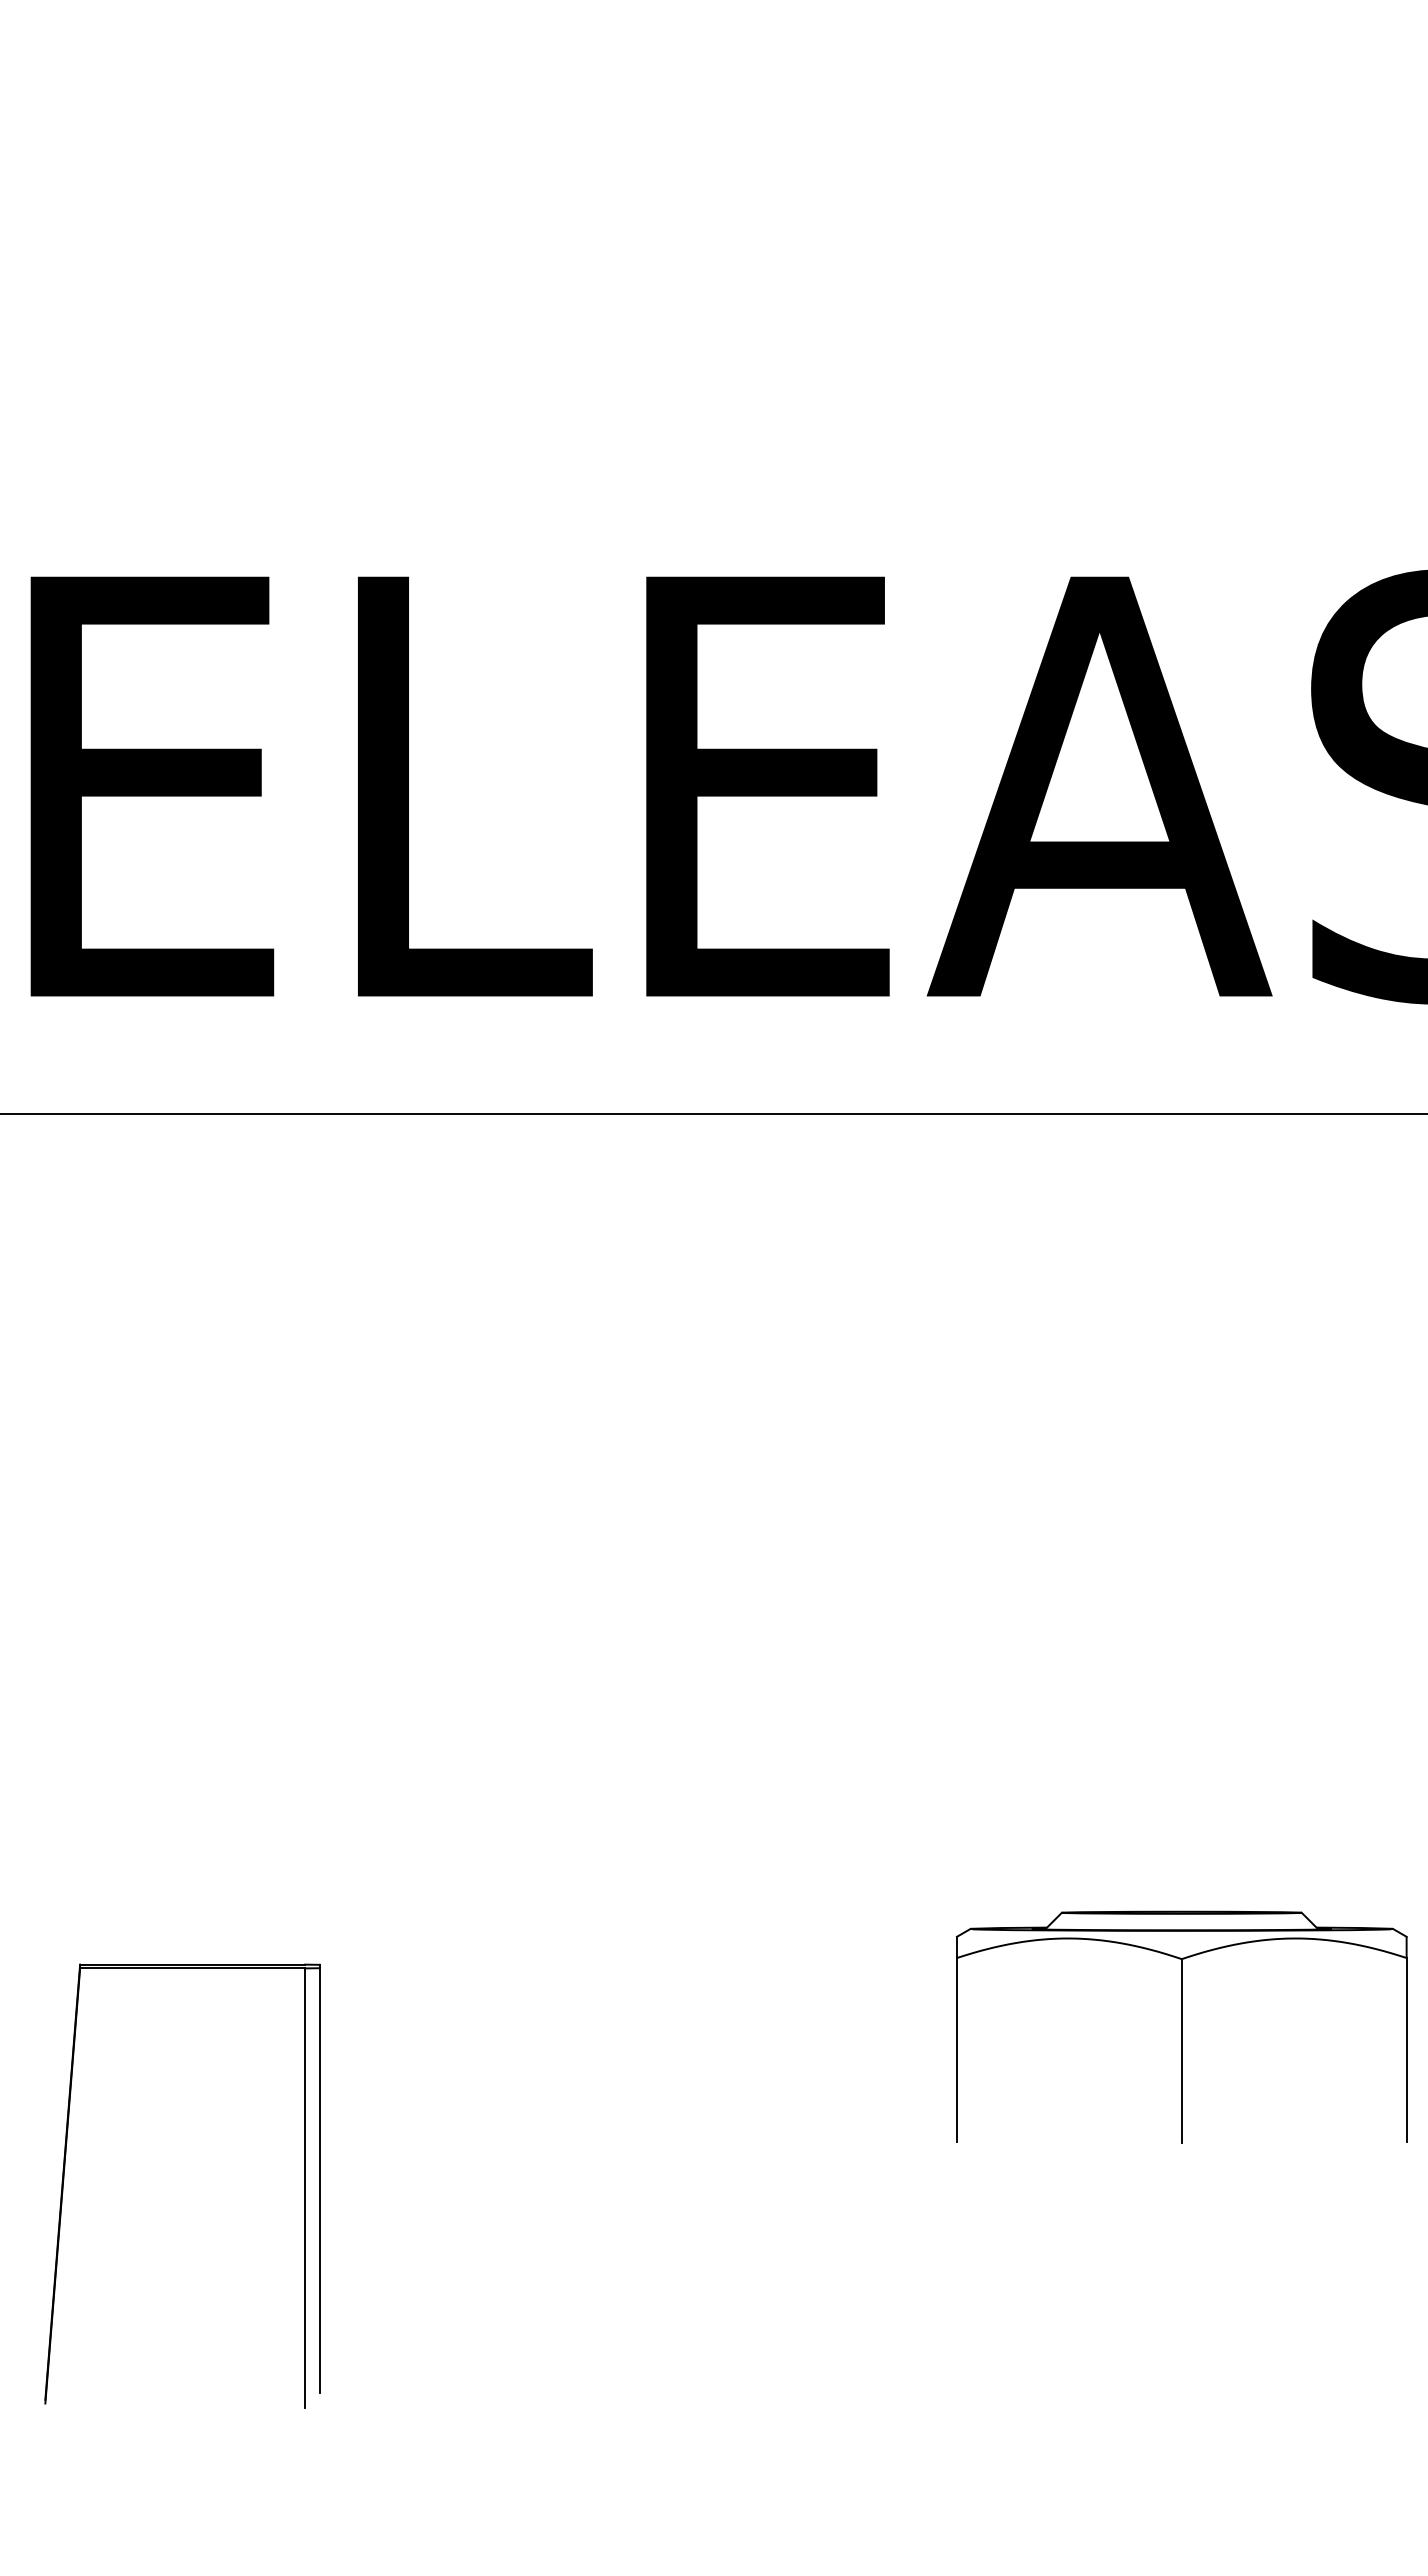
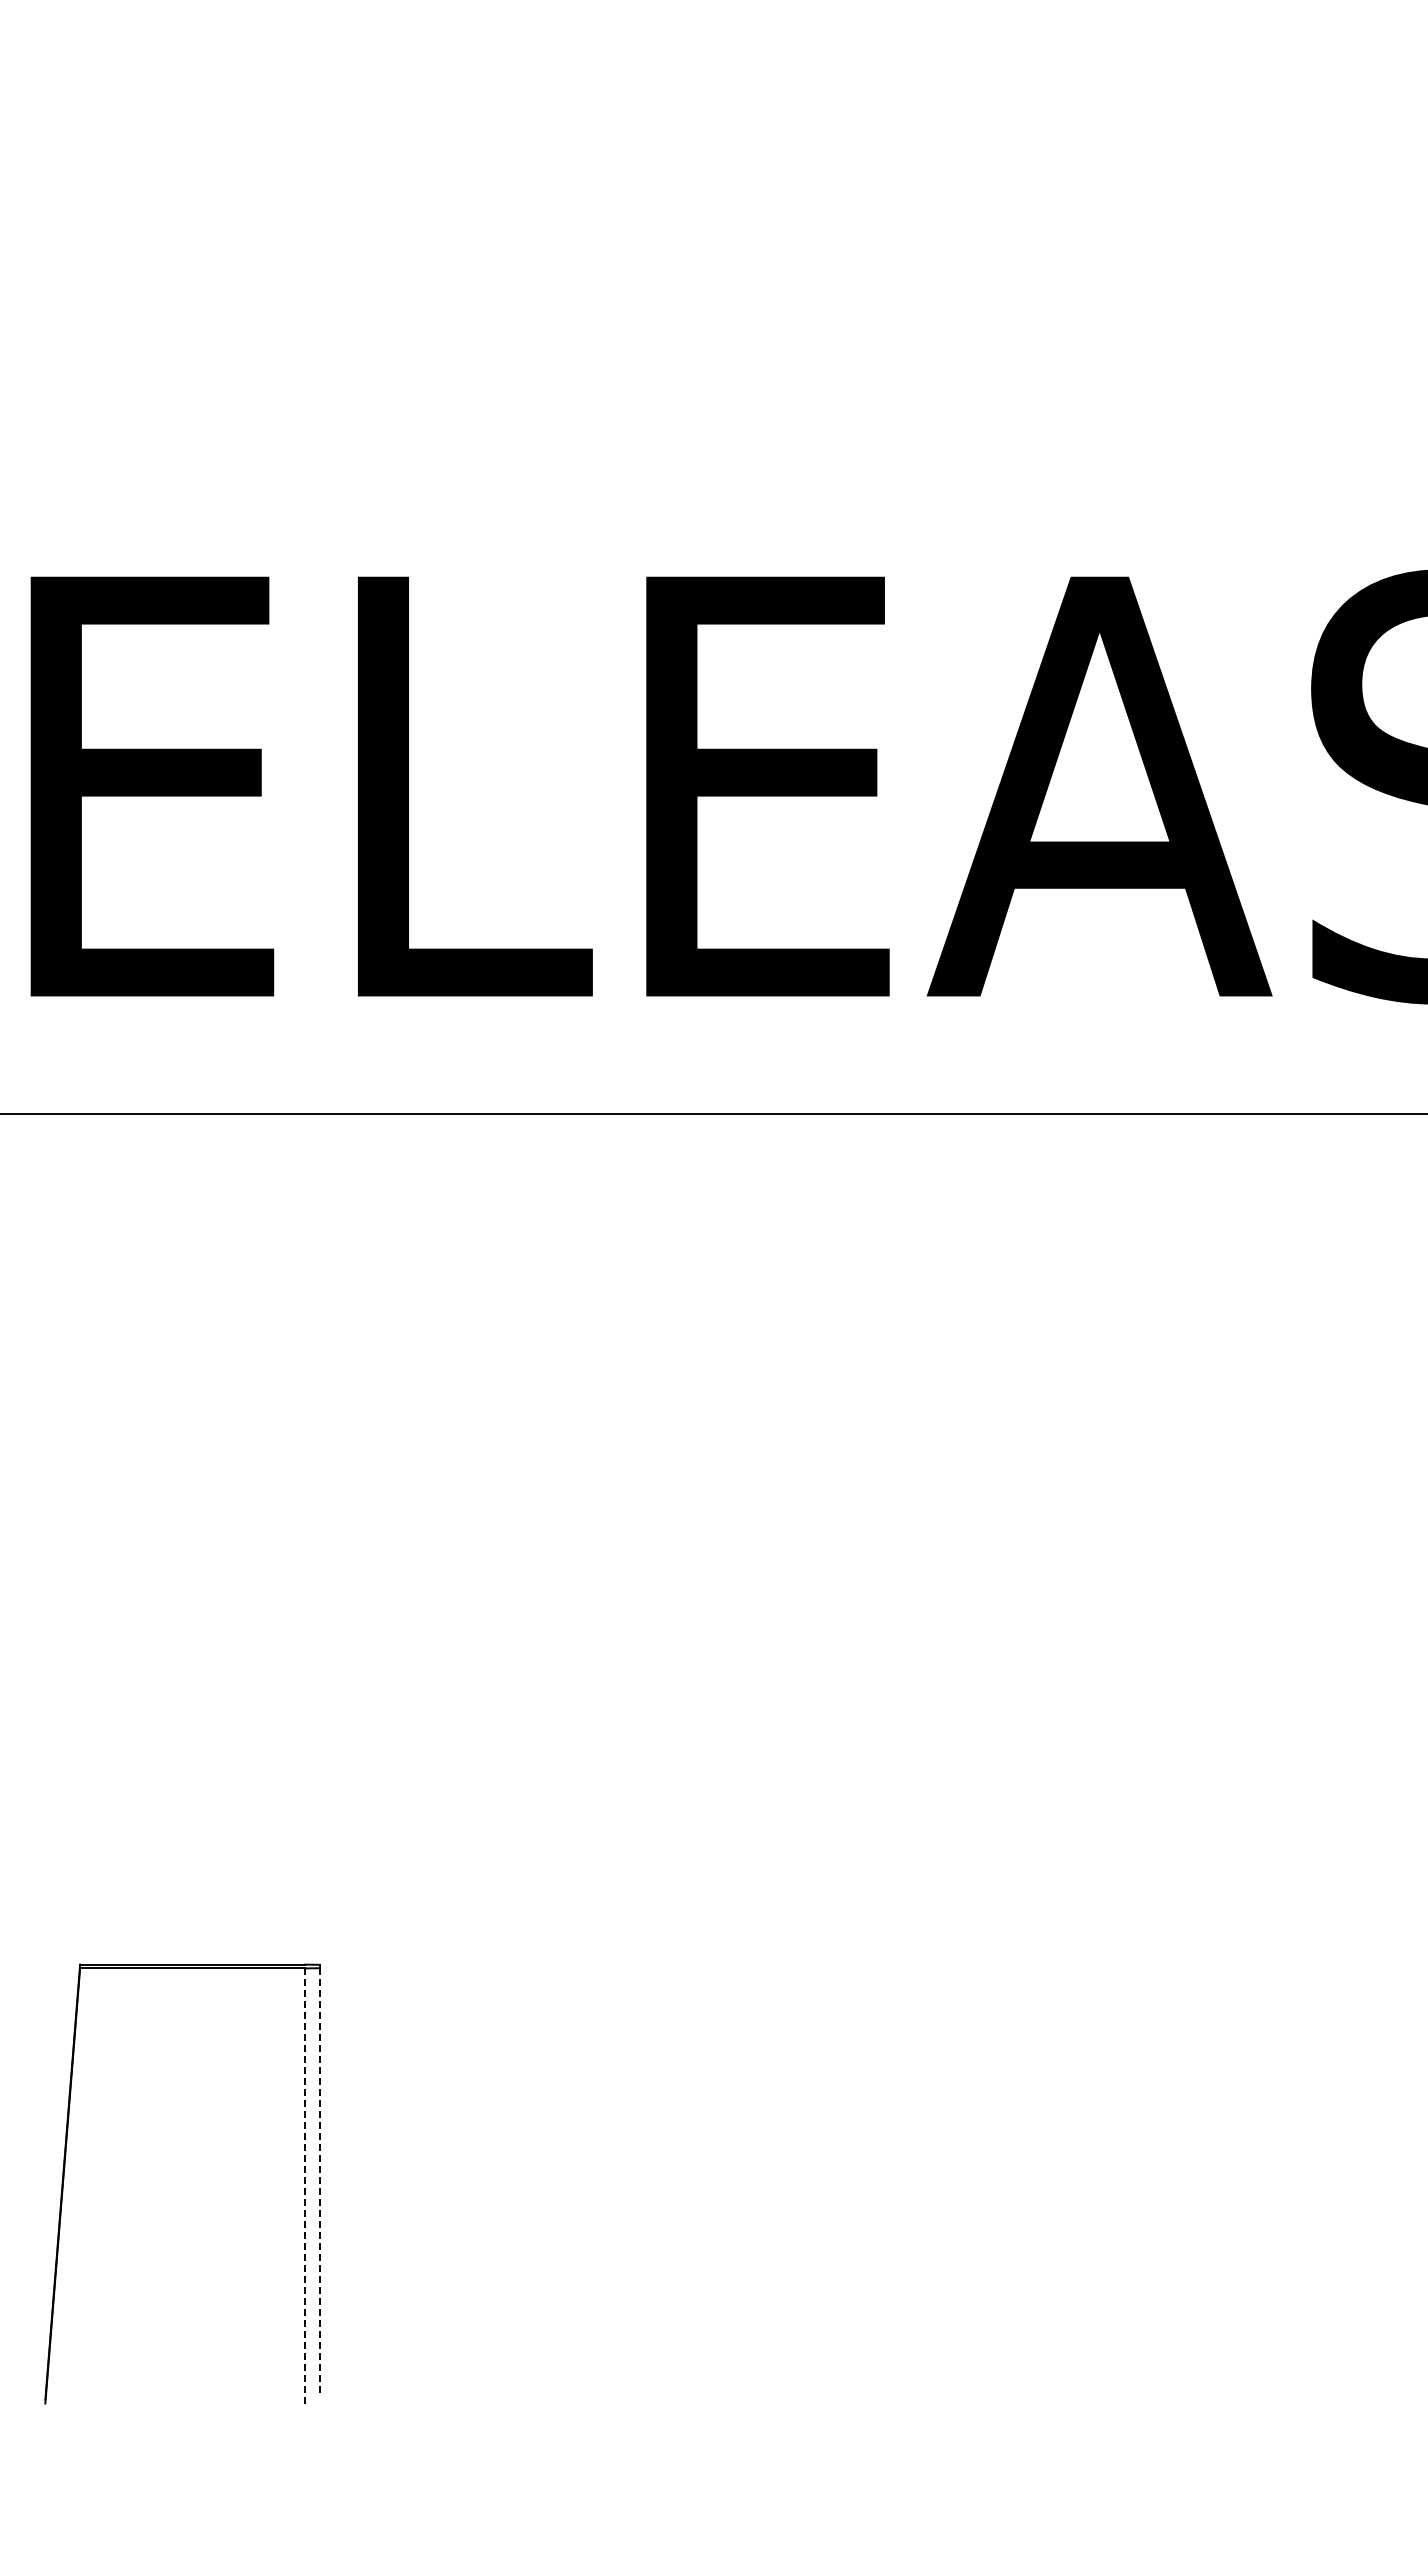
part at (1181, 2026): present -> none
line at (320, 2179): solid -> dashed
line at (305, 2188): solid -> dashed
